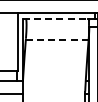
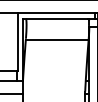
line at (55, 19): dashed -> solid
line at (56, 39): dashed -> solid
